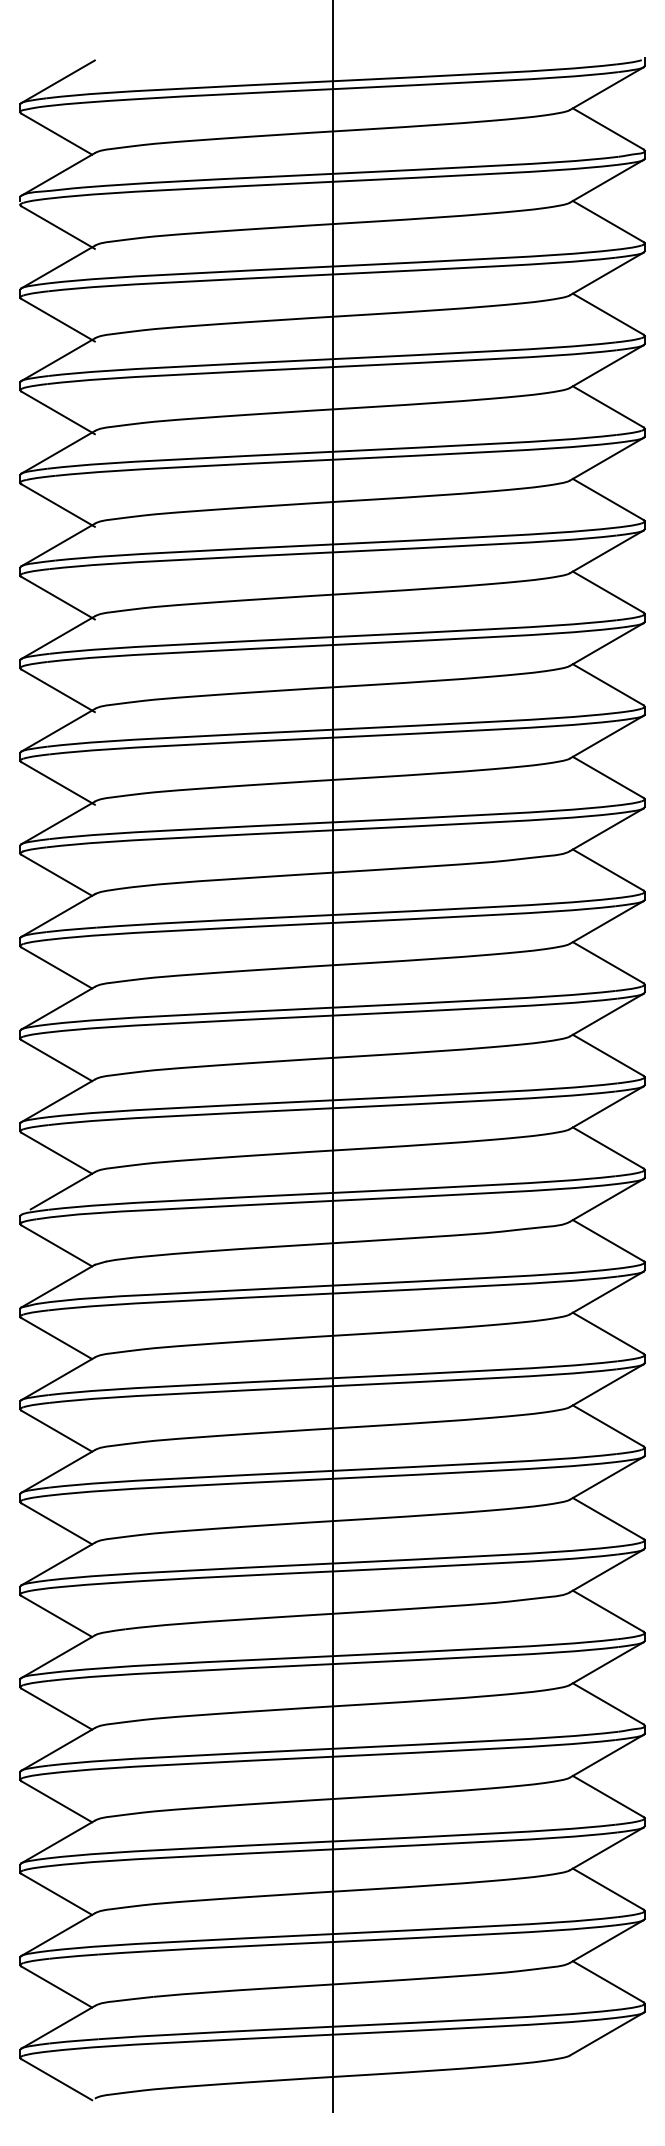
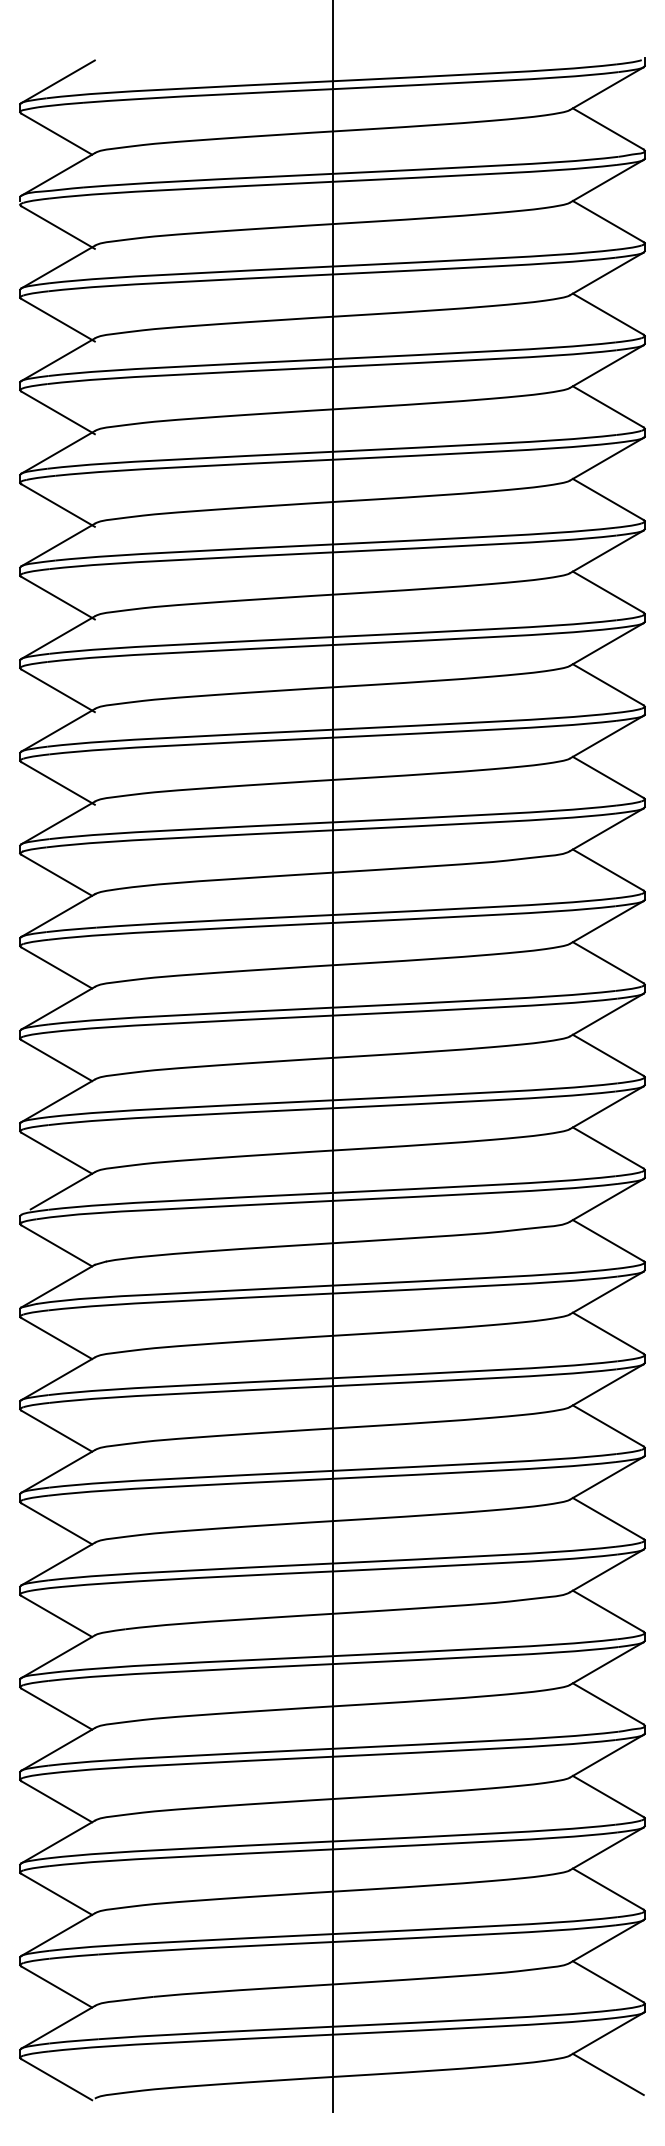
line at (607, 2074): none -> present
